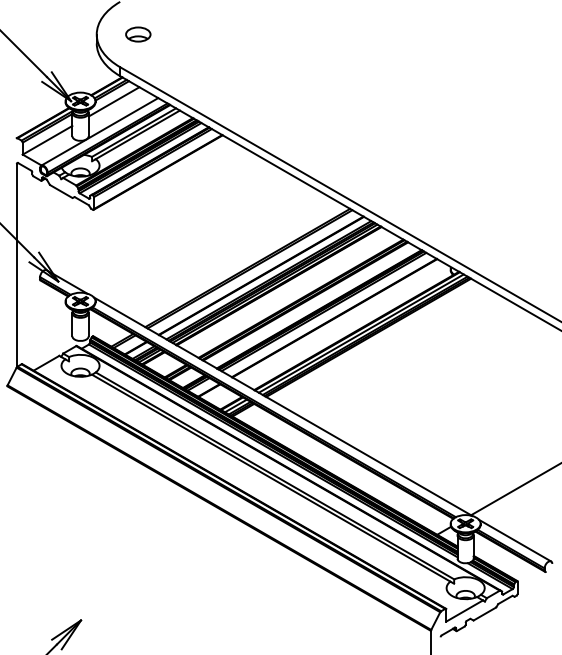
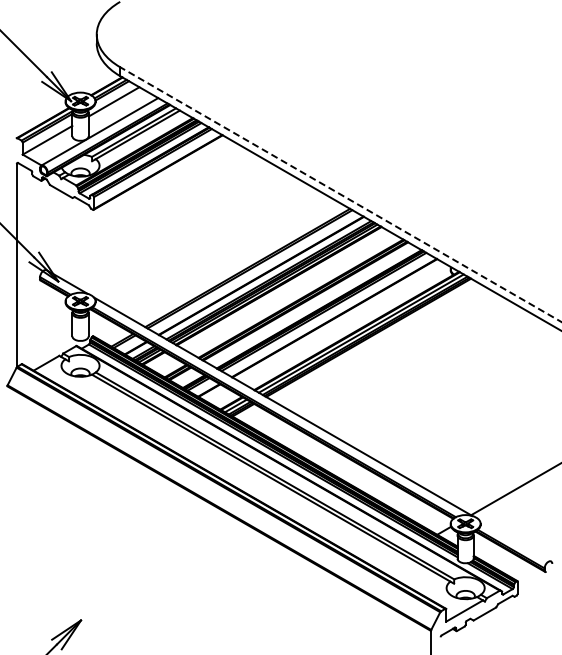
part at (138, 34): present -> none
line at (340, 194): solid -> dashed
line at (515, 540): present -> none
